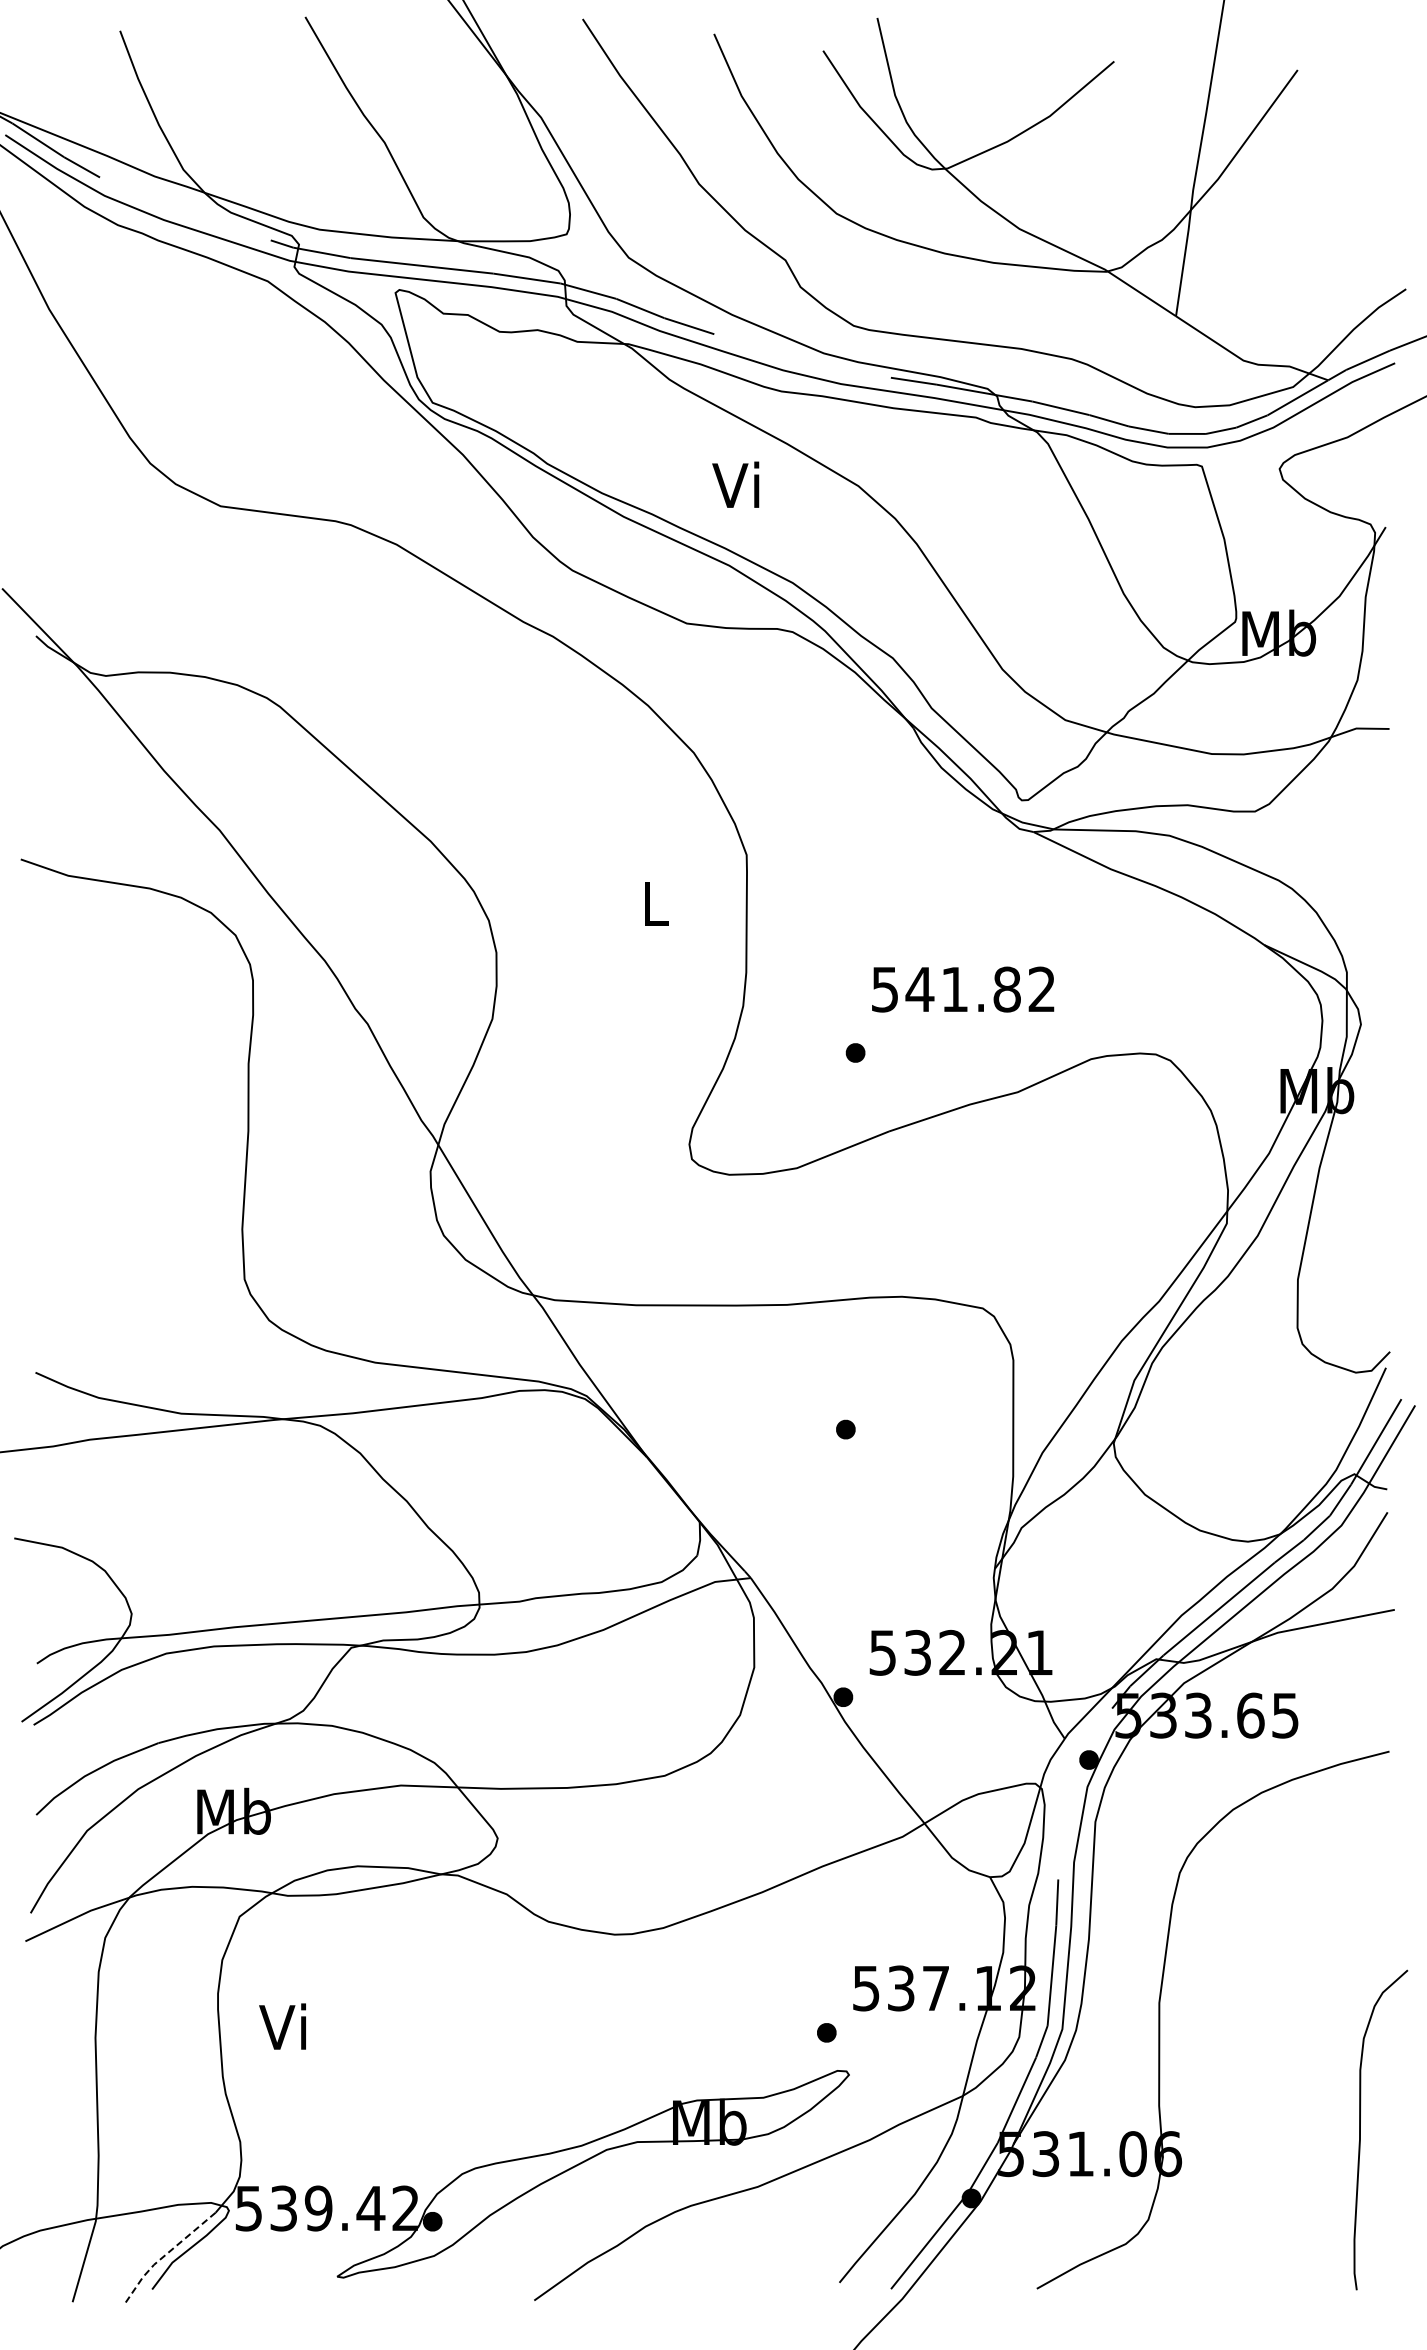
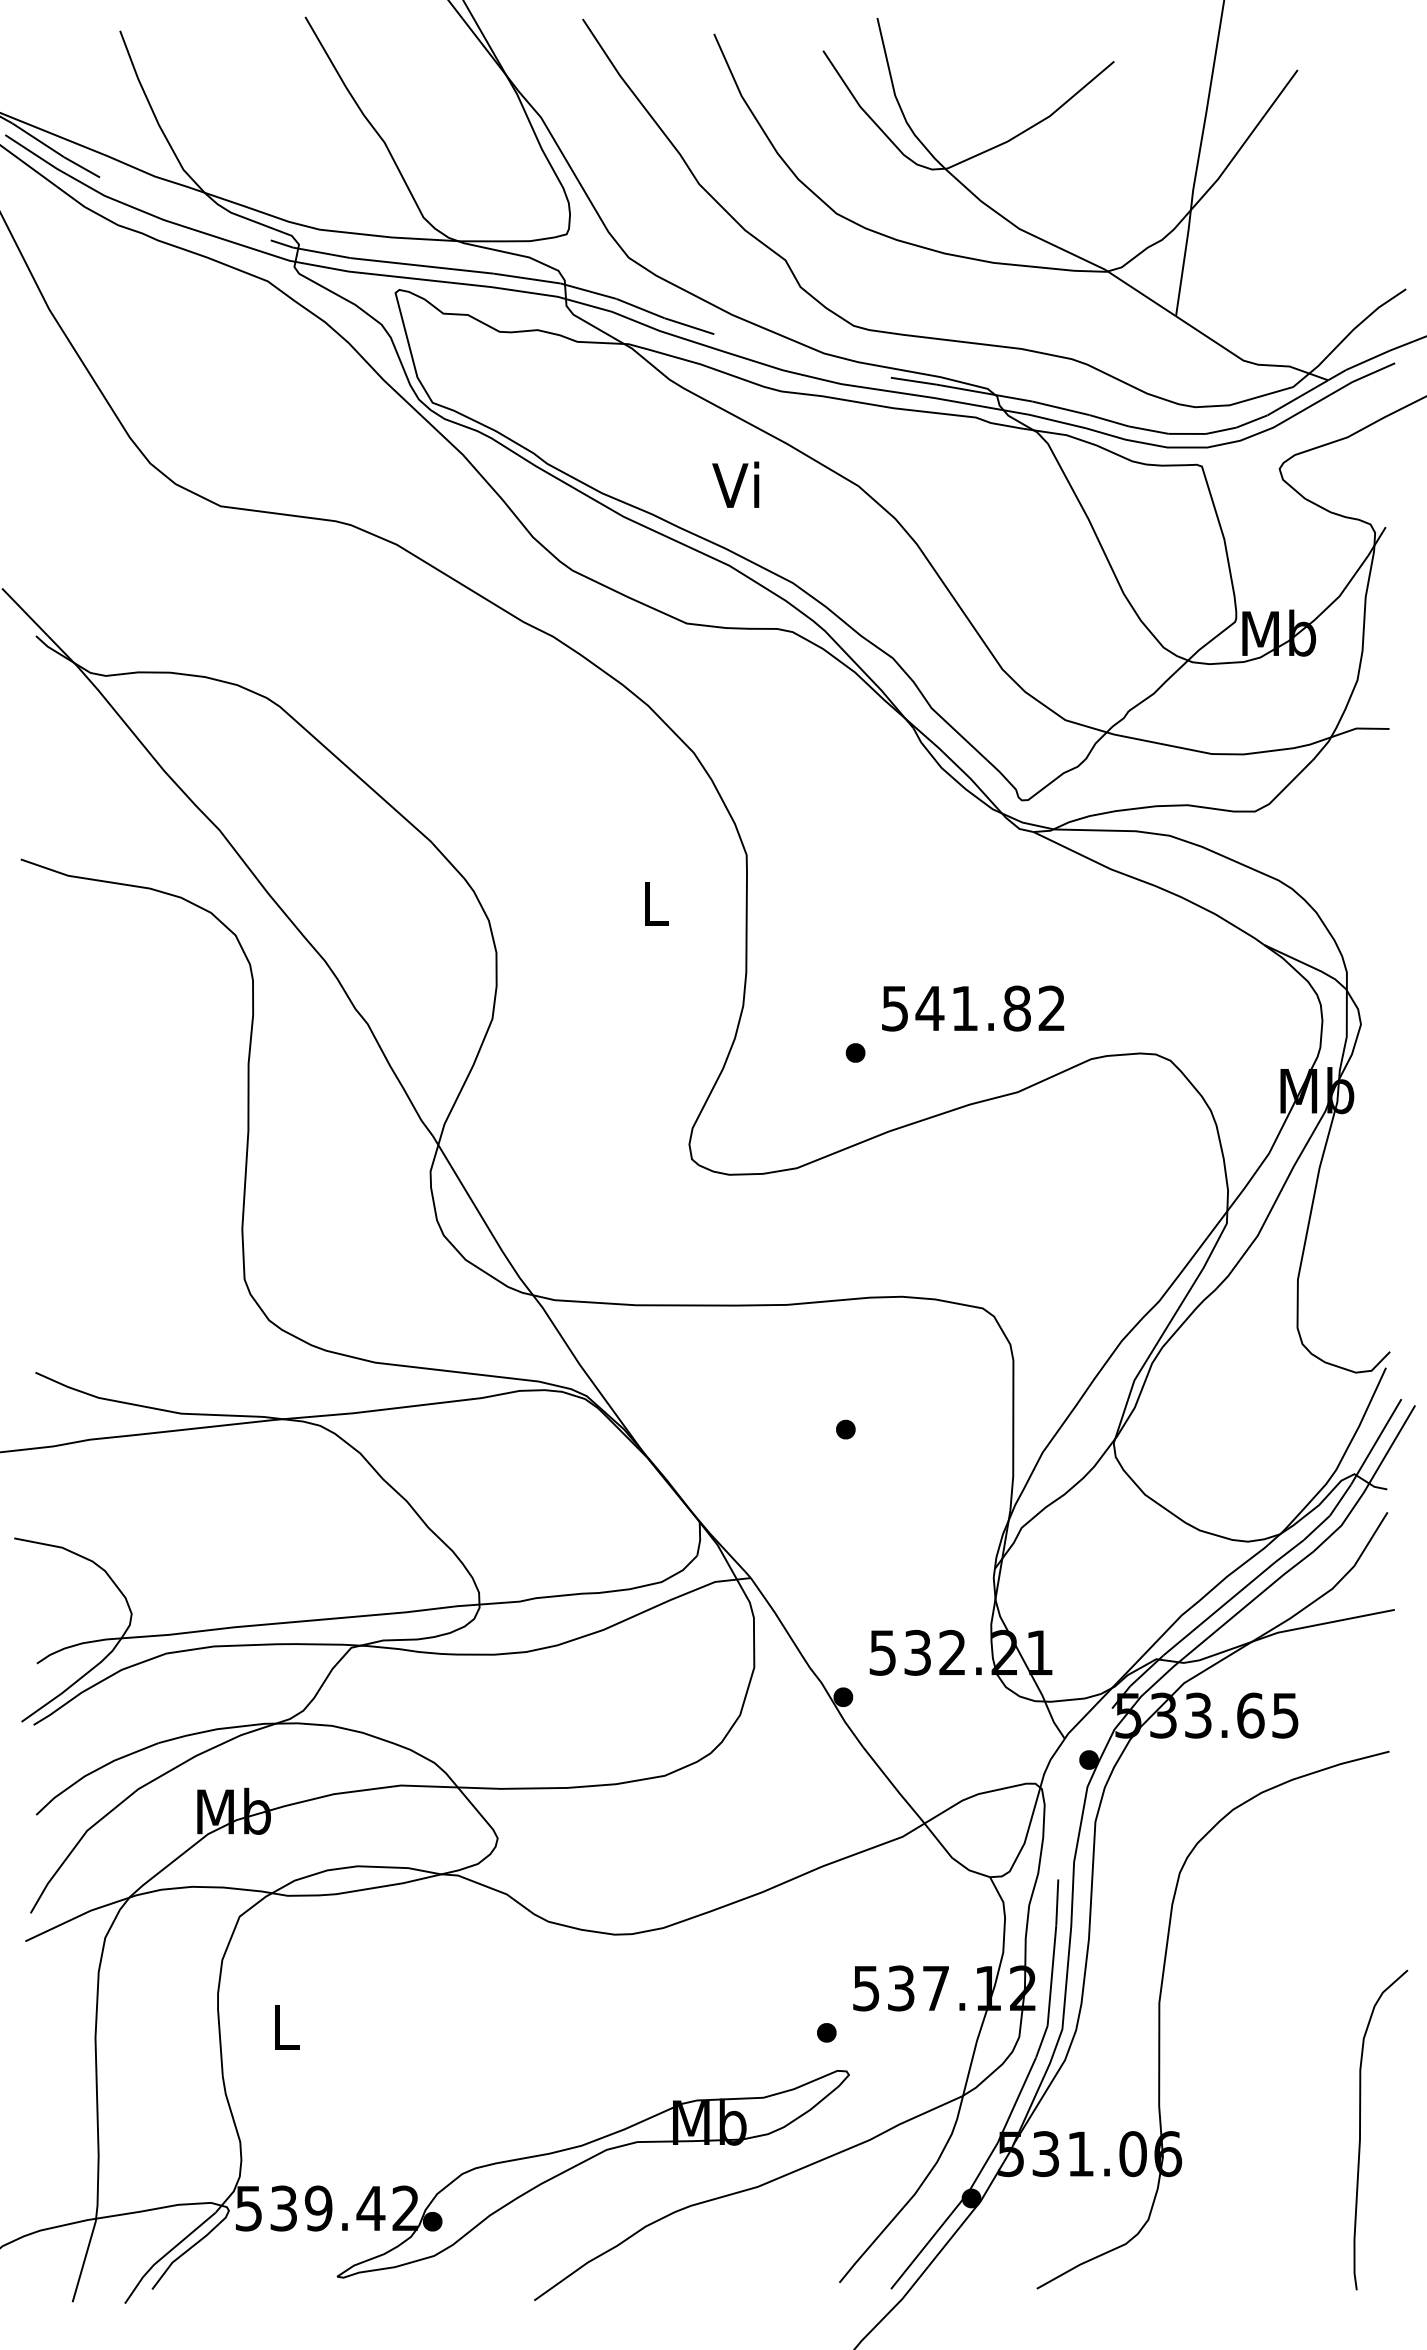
text at (963, 989) position: (963, 989) -> (973, 1008)
text at (282, 2026): Vi -> L
line at (165, 2255): dashed -> solid
